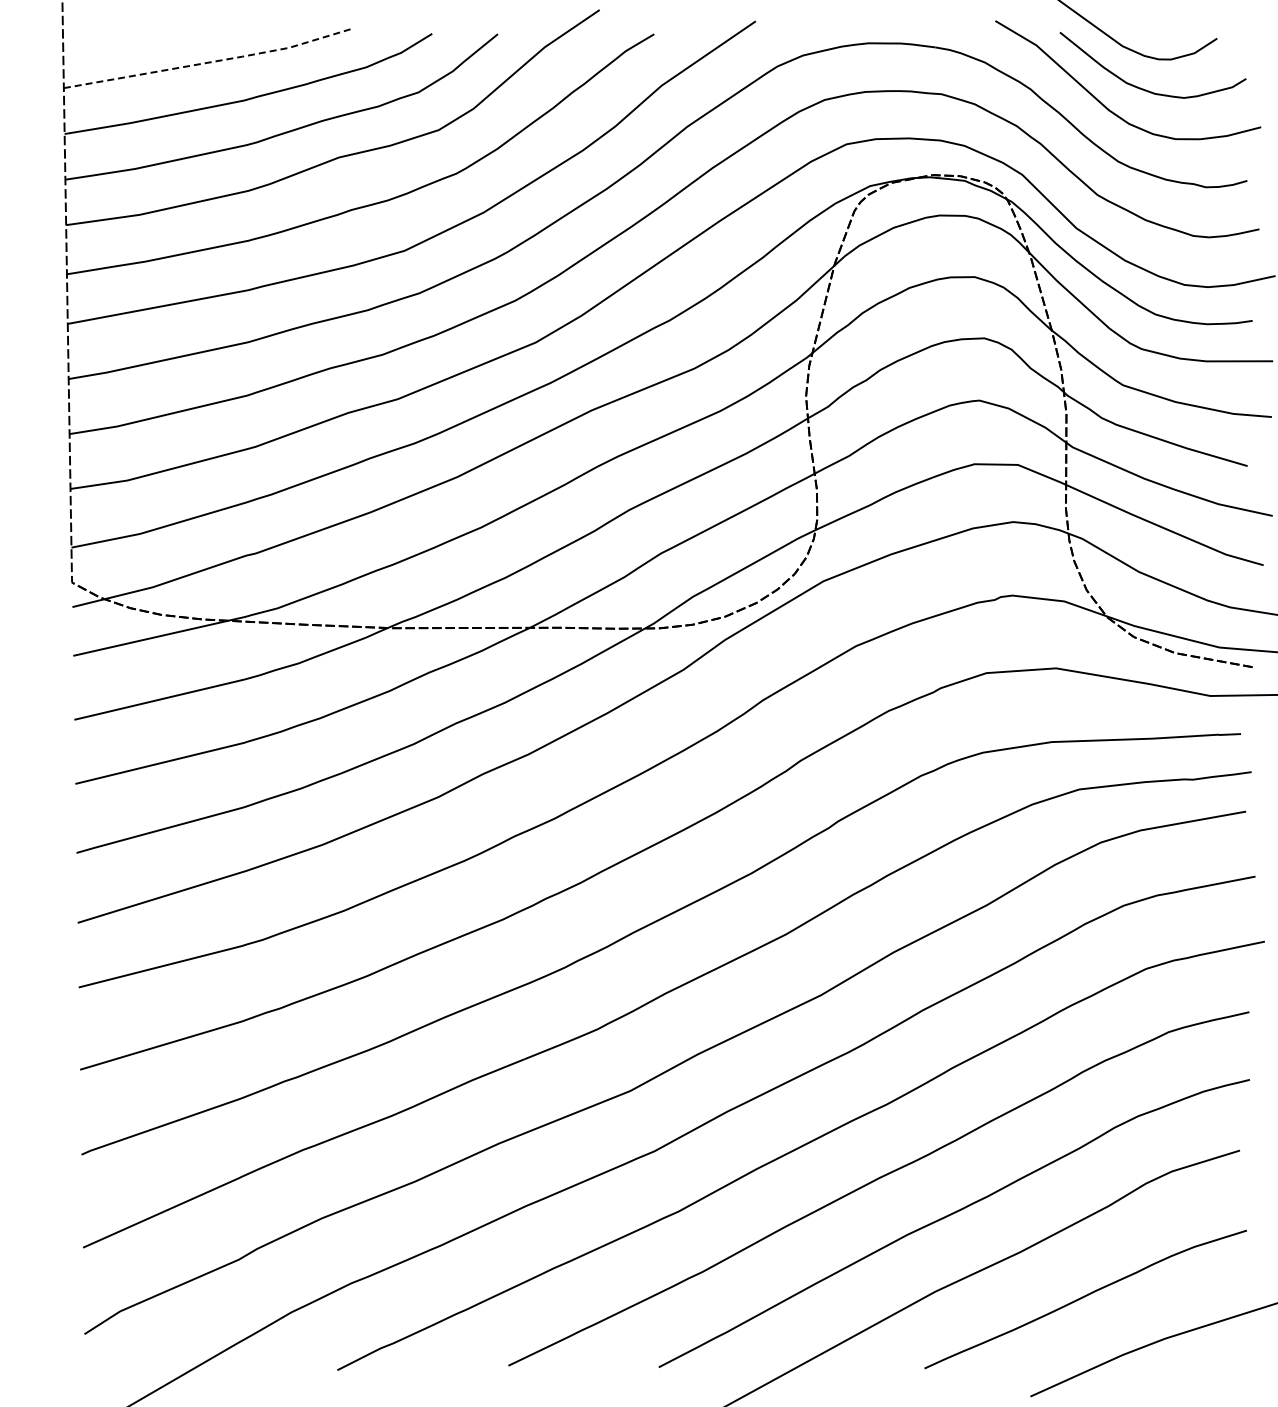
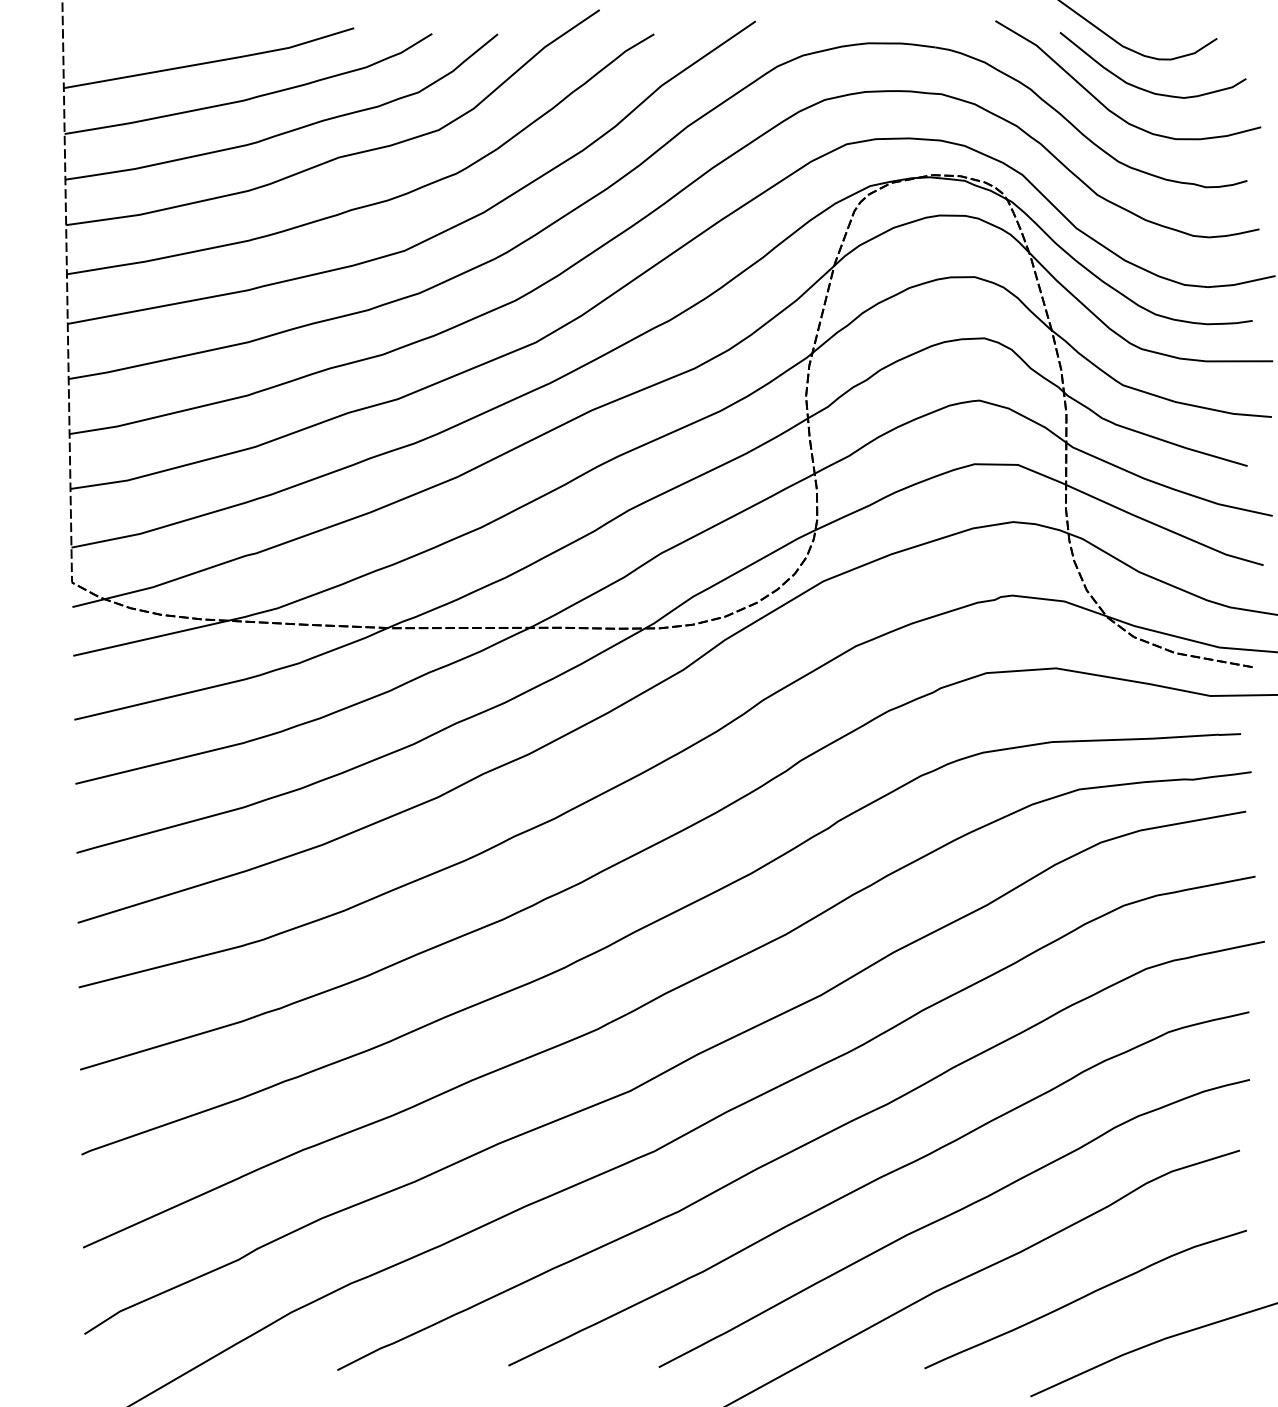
line at (210, 62): dashed -> solid
